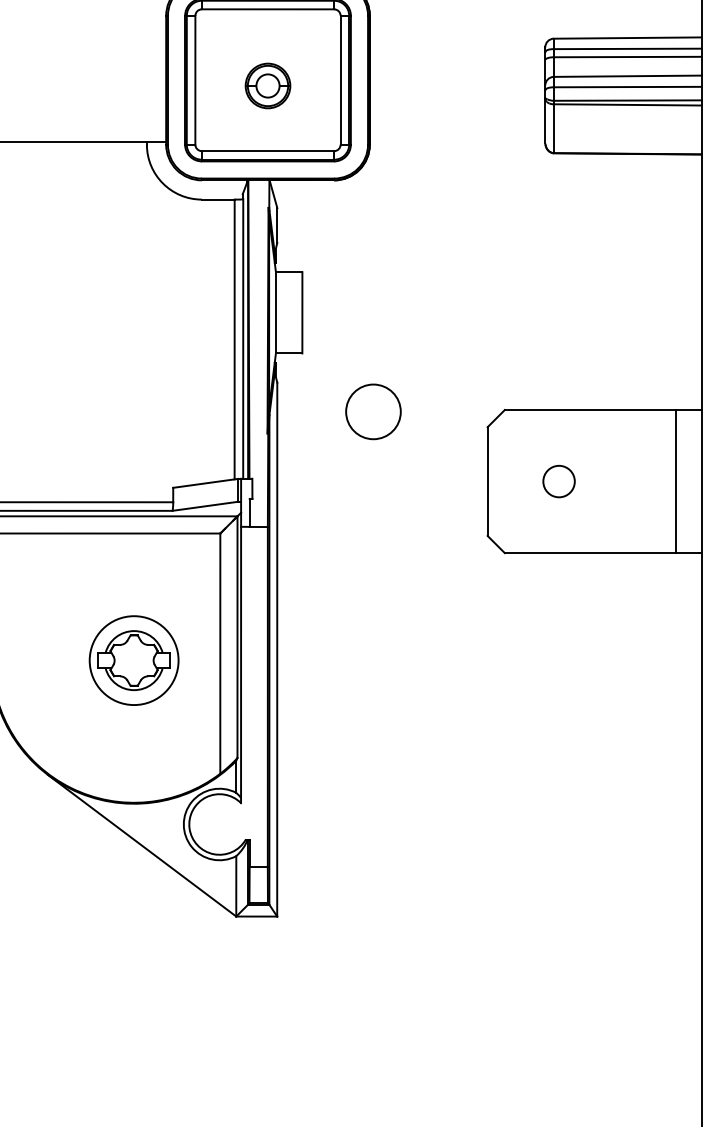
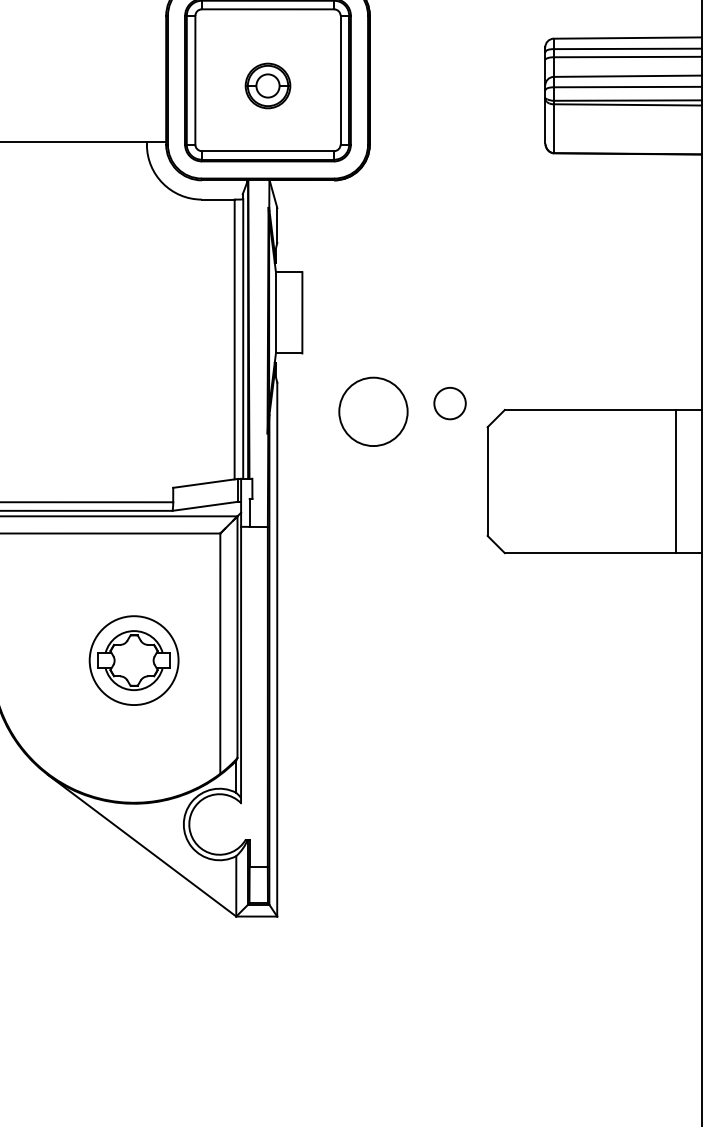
circle at (373, 411) size: 57x58 px -> 71x71 px
circle at (558, 481) position: (558, 481) -> (449, 403)
